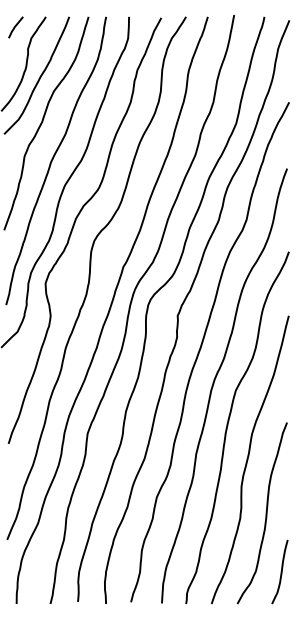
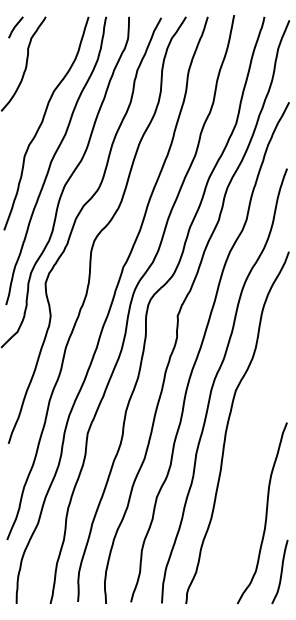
curve at (39, 76): present -> none
curve at (248, 459): present -> none
